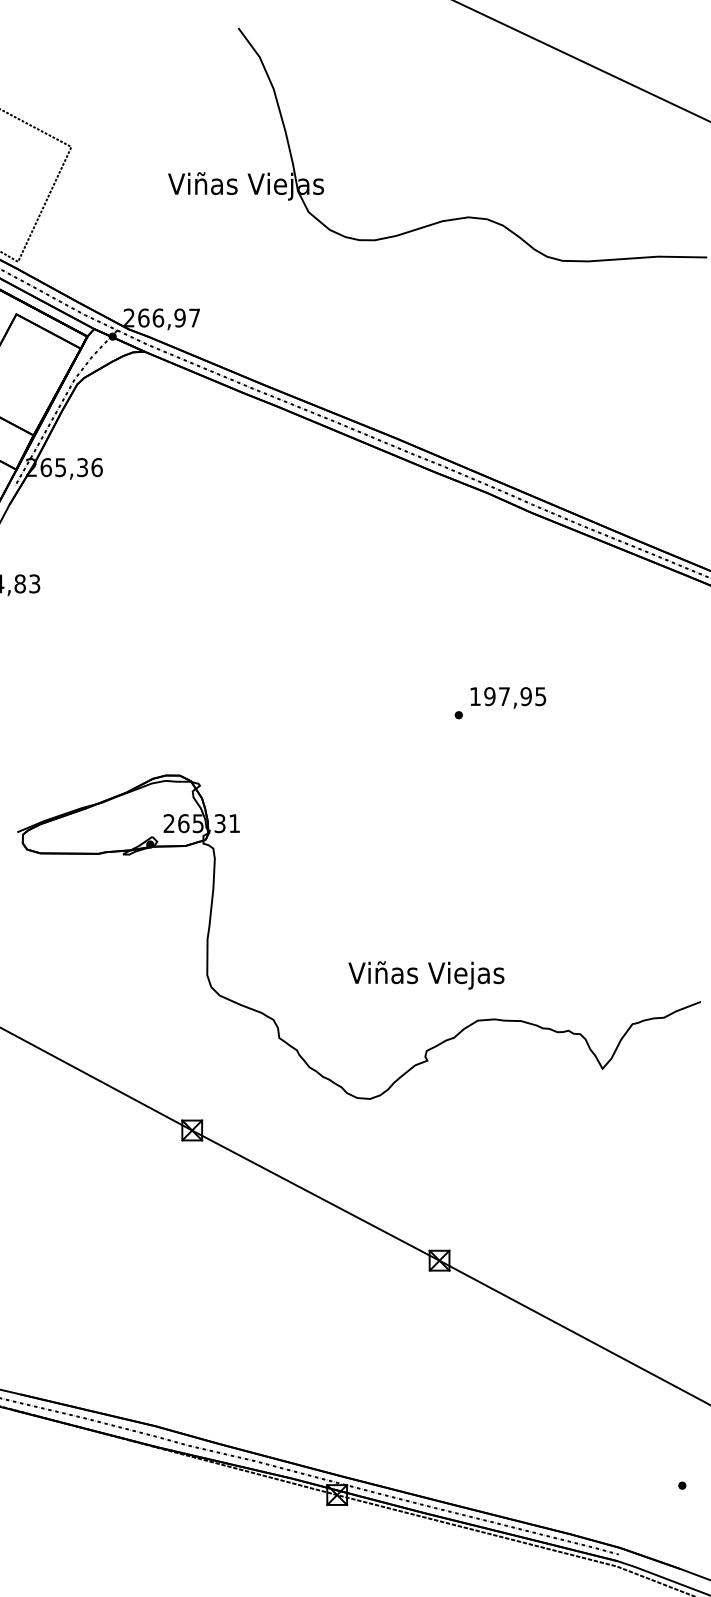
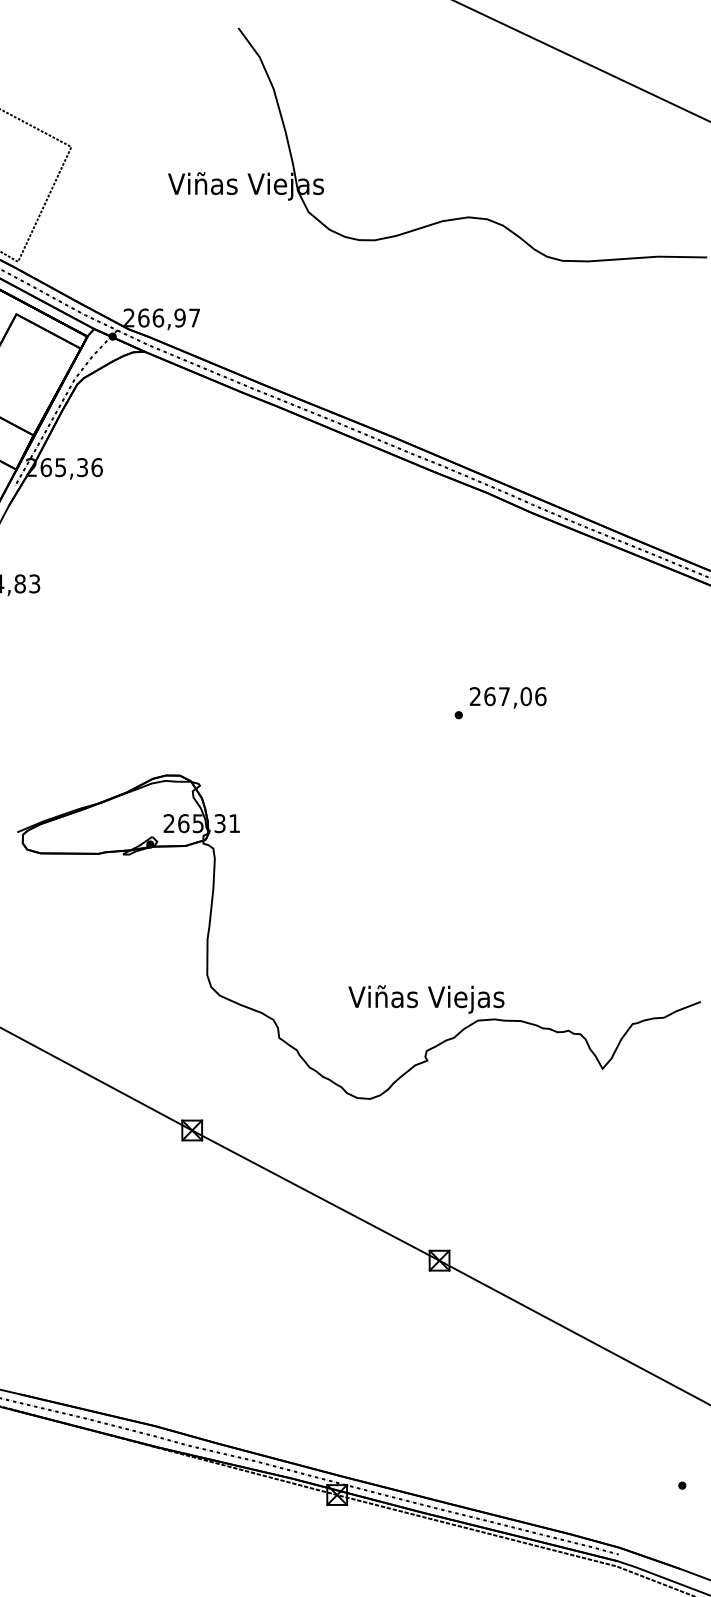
text at (507, 696): 197,95 -> 267,06
text at (426, 975) position: (426, 975) -> (426, 999)
